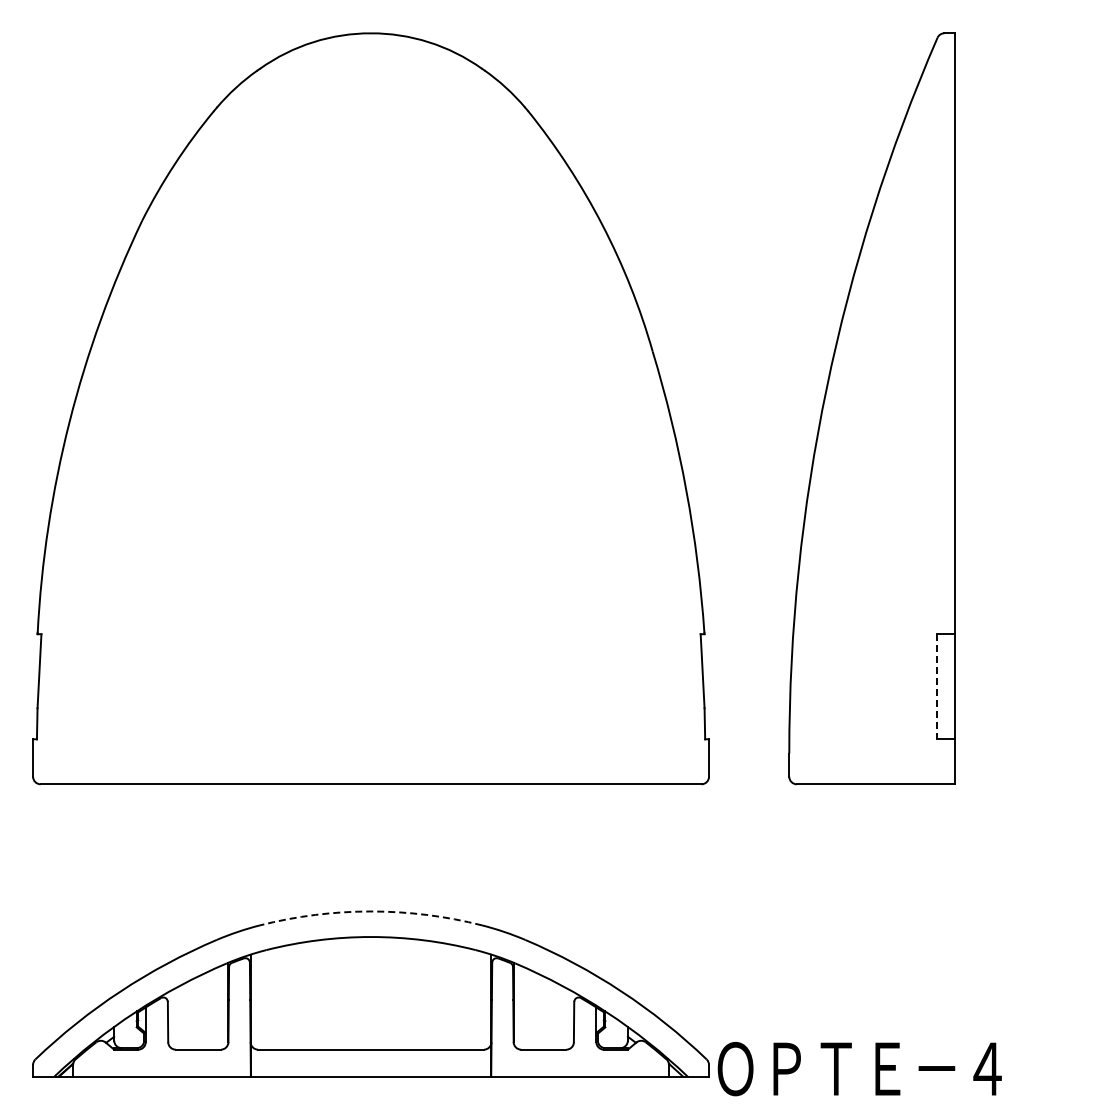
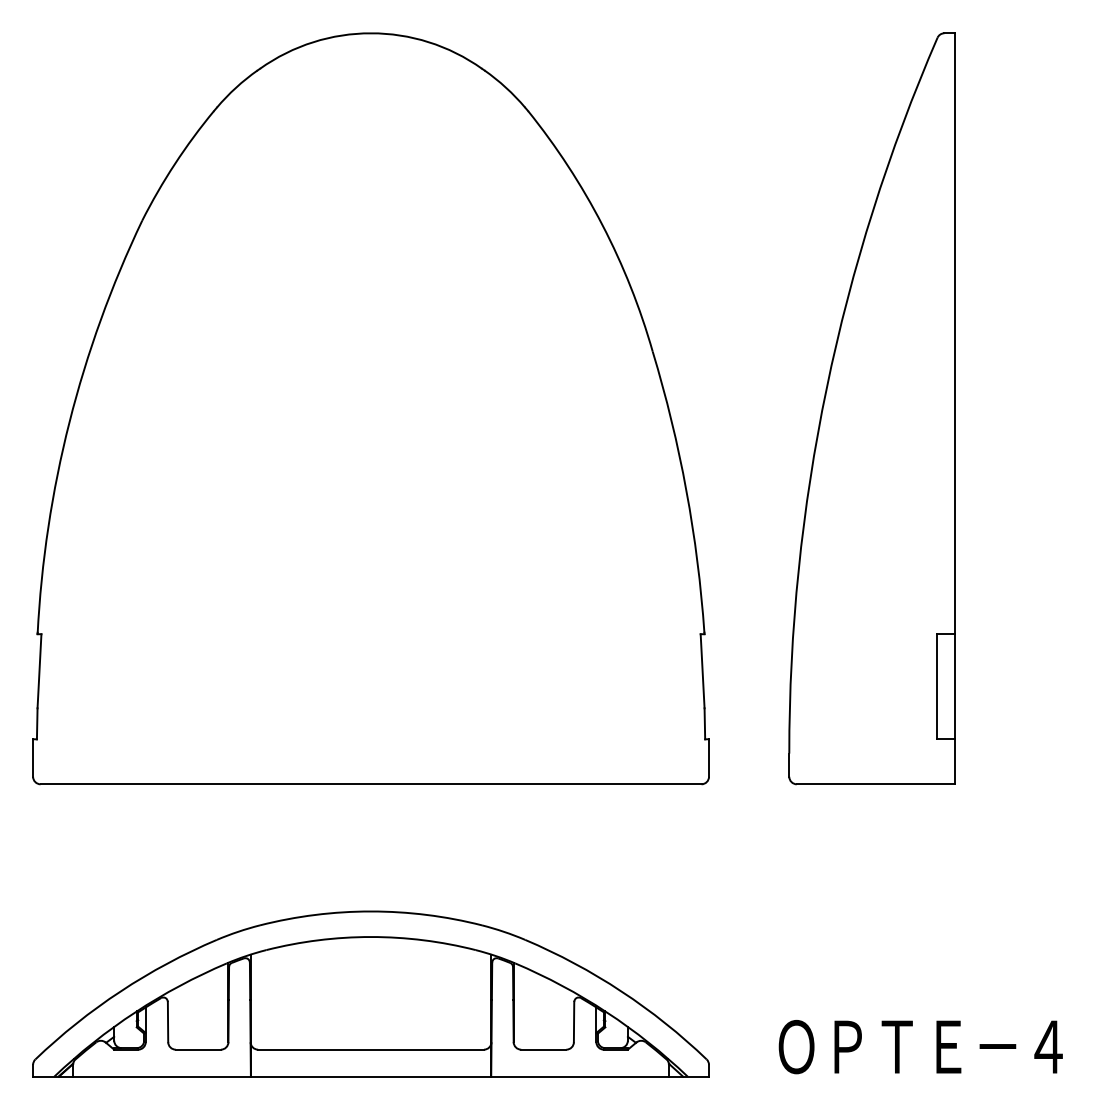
line at (936, 686): dashed -> solid
arc at (371, 911): dashed -> solid
text at (859, 1069) position: (859, 1069) -> (920, 1047)
